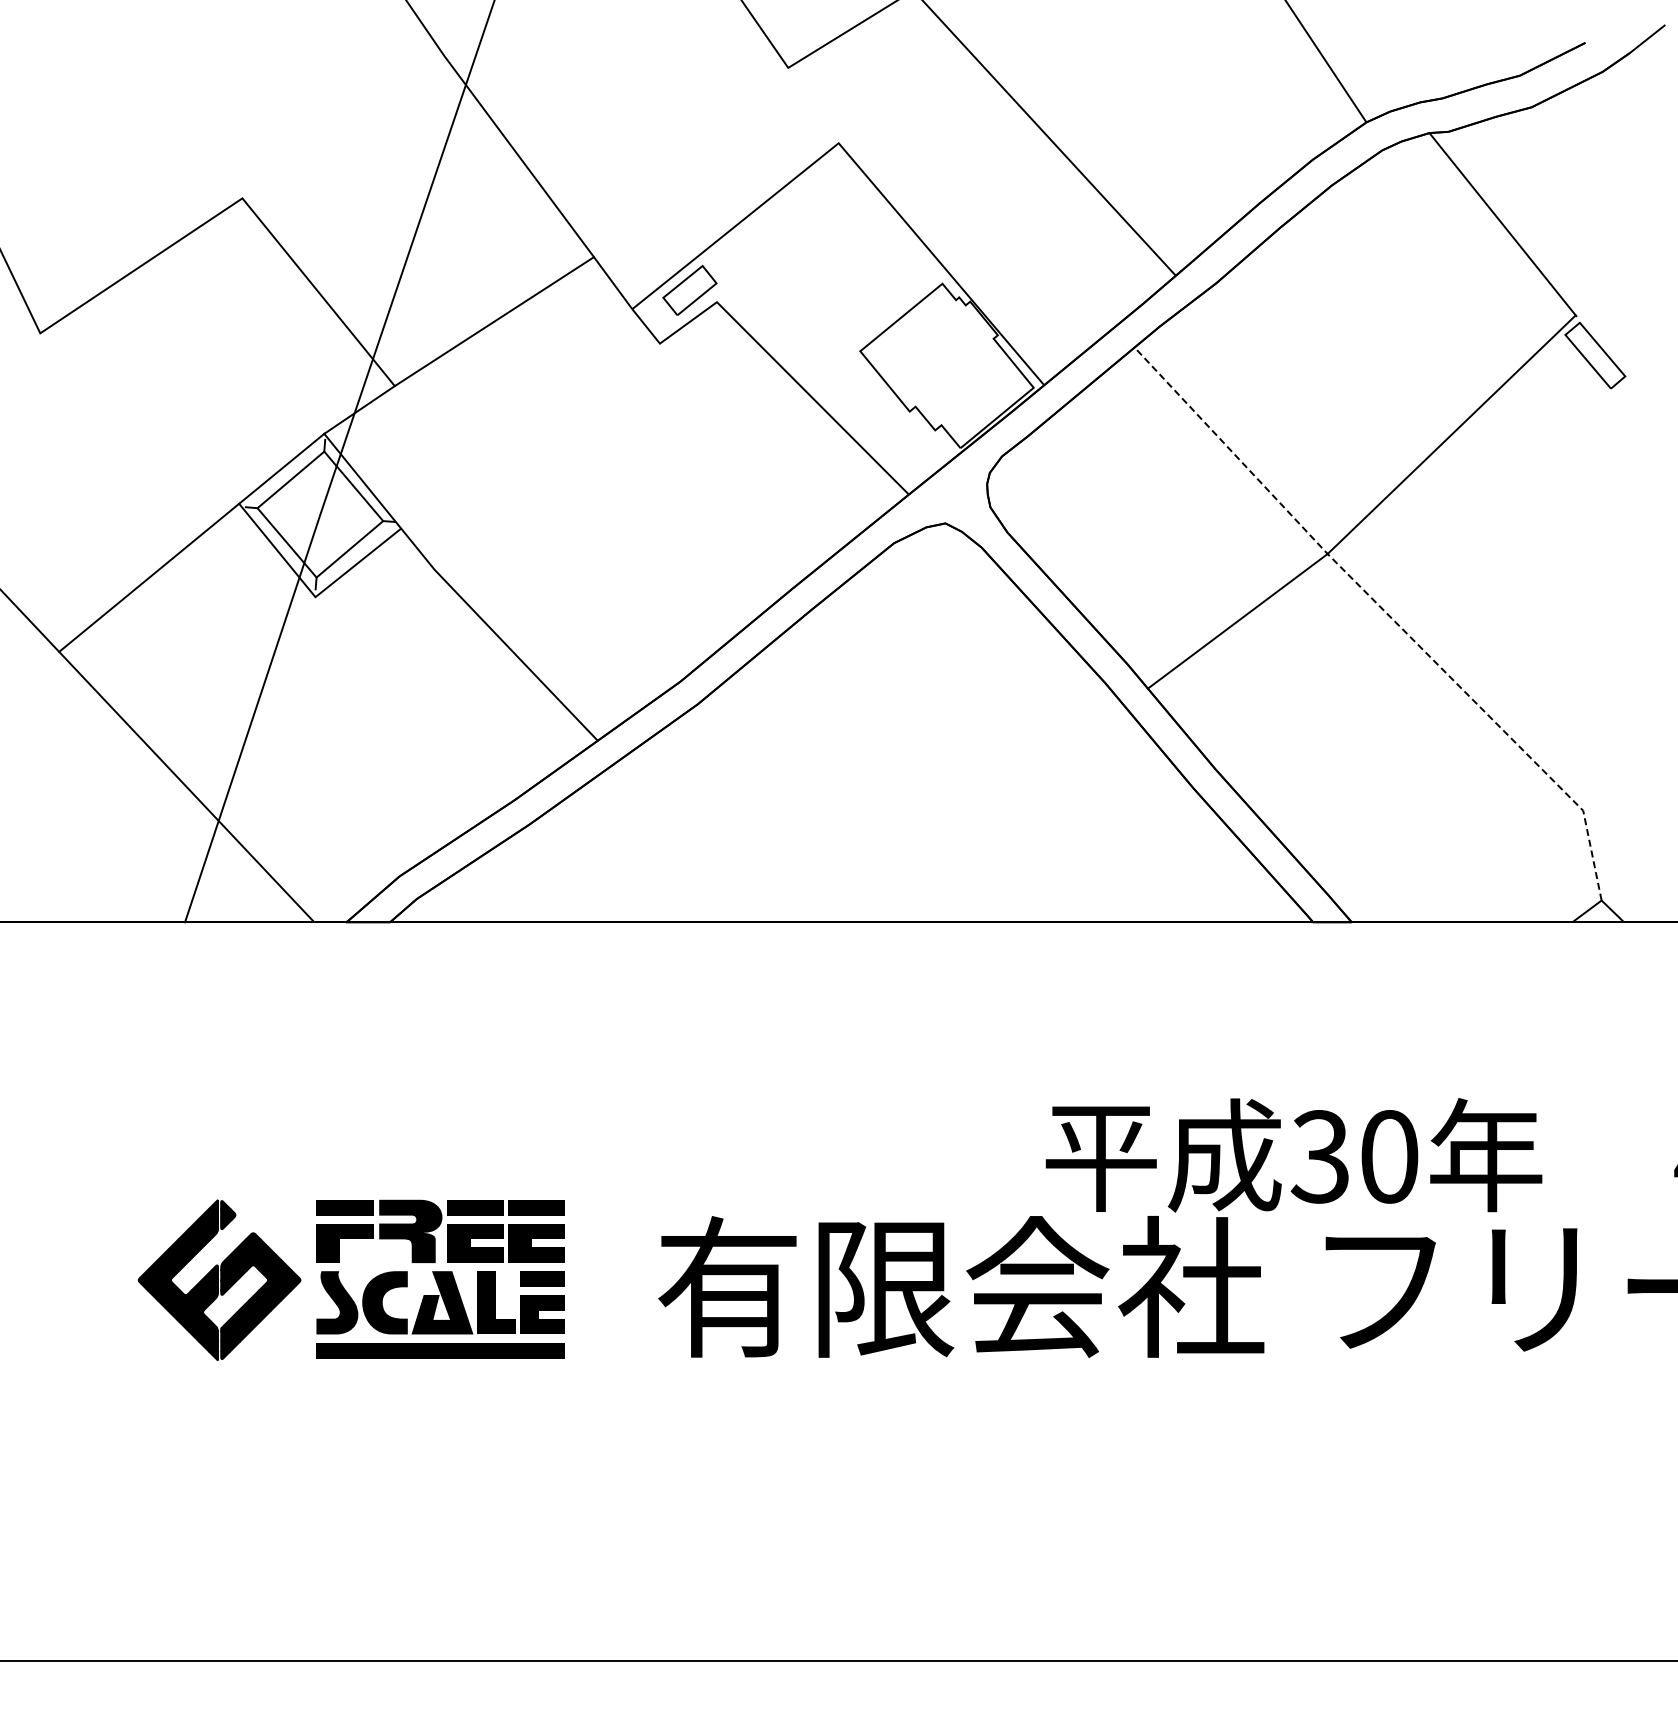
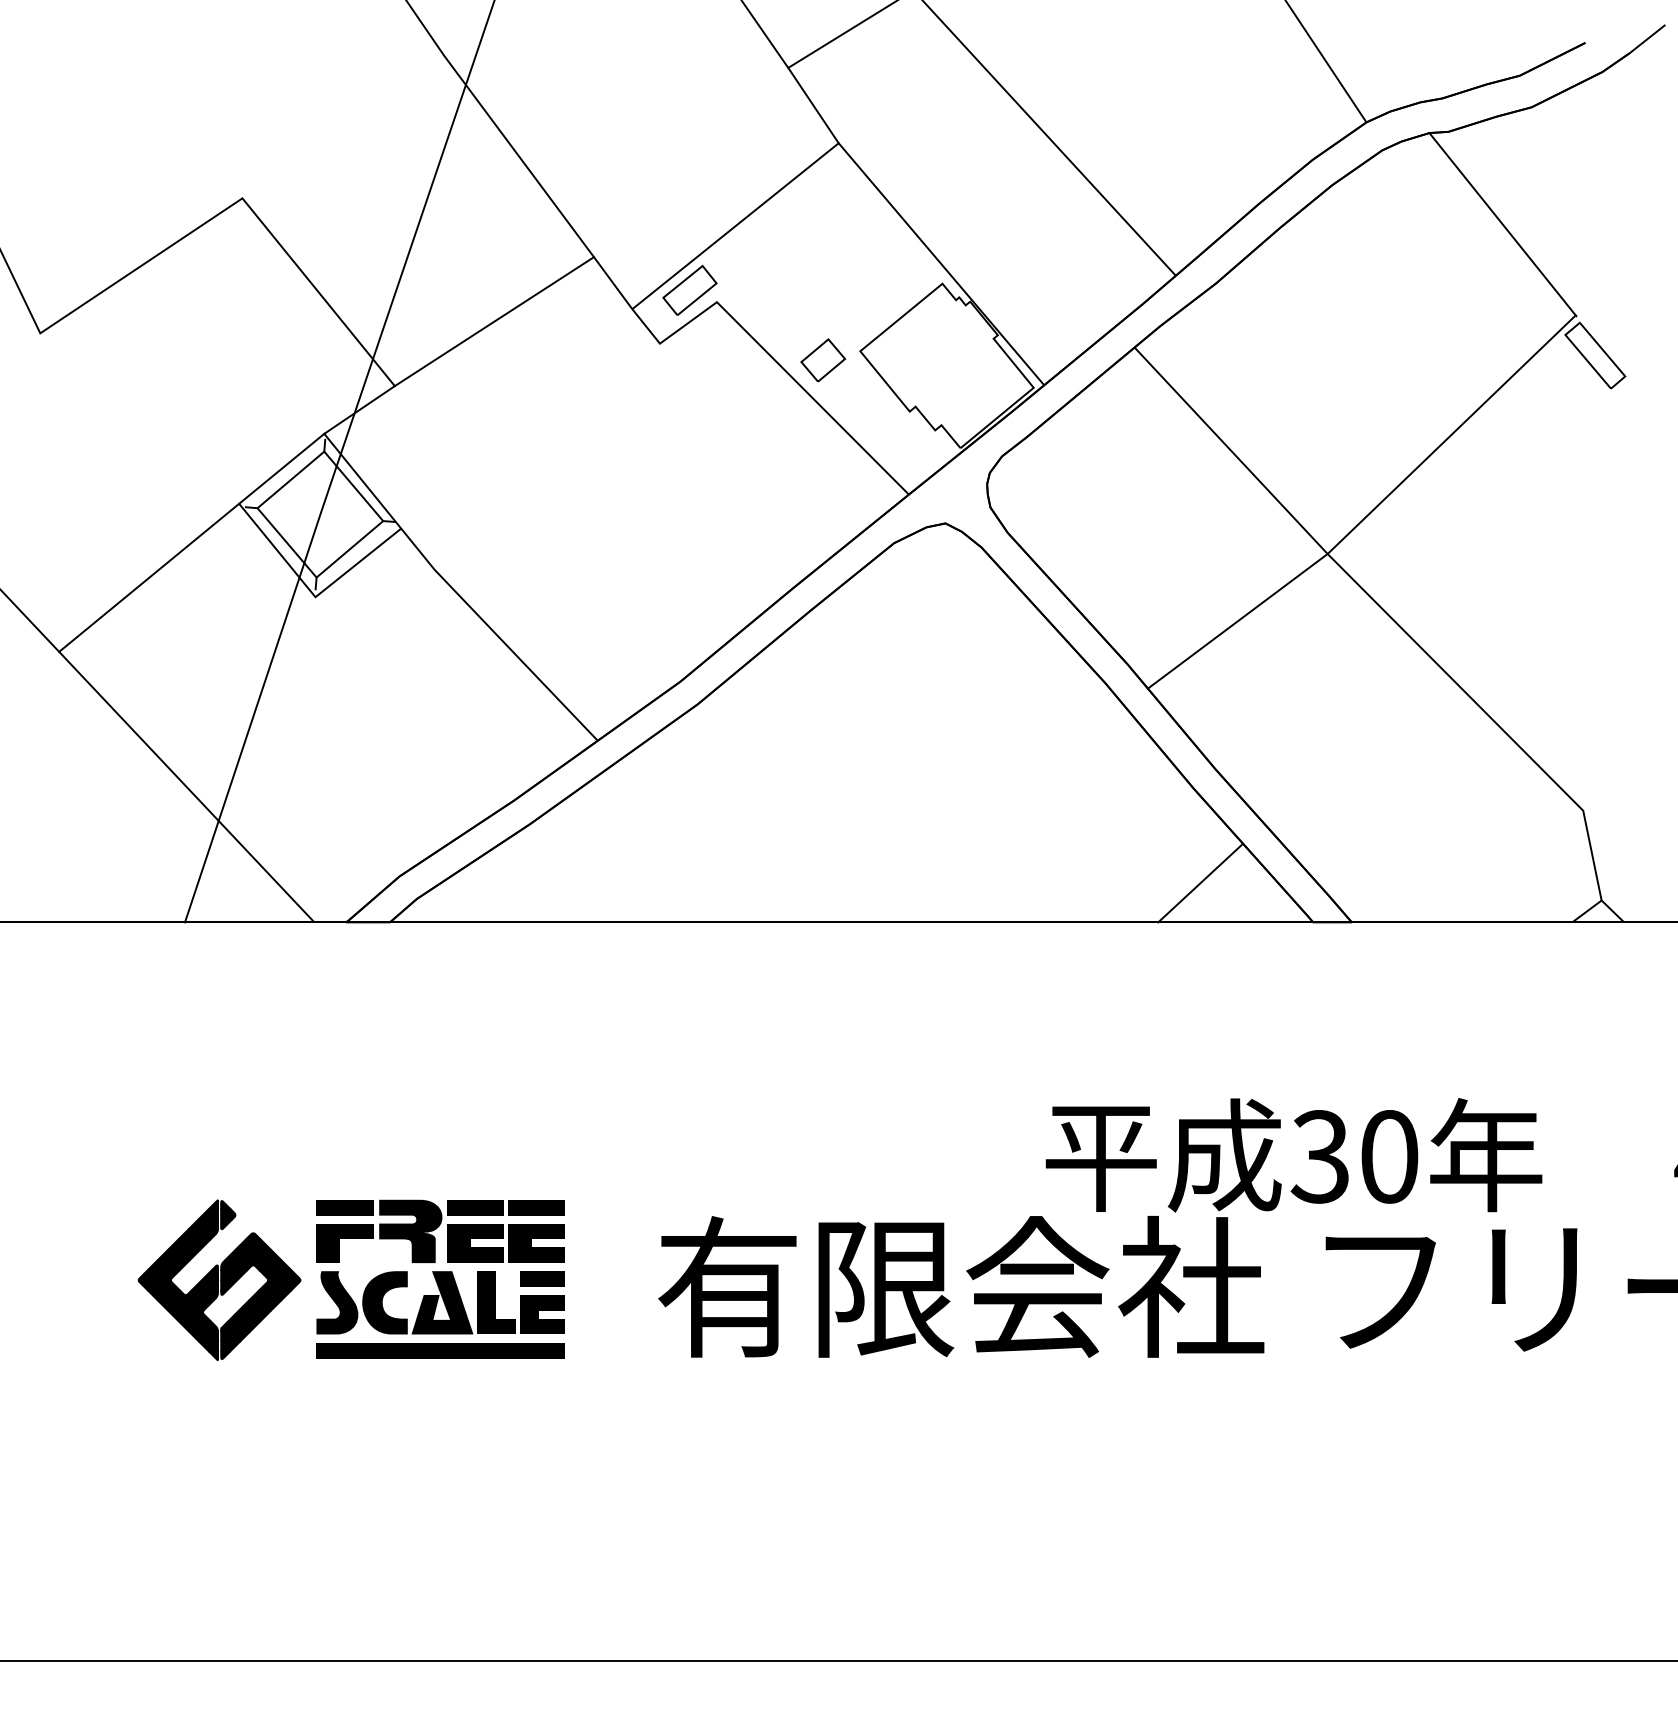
line at (813, 105): none -> present
part at (823, 360): none -> present
line at (1388, 614): dashed -> solid
line at (1200, 882): none -> present
